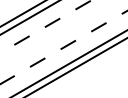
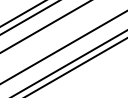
line at (46, 26): dashed -> solid
line at (63, 47): dashed -> solid
